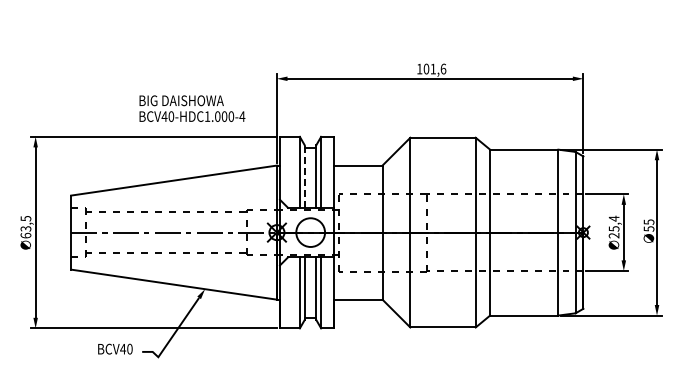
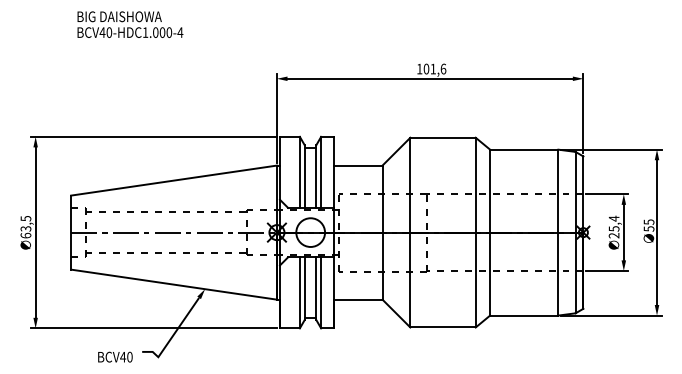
text at (192, 108) position: (192, 108) -> (130, 24)
line at (304, 176): dashed -> solid
text at (115, 348) position: (115, 348) -> (115, 356)
